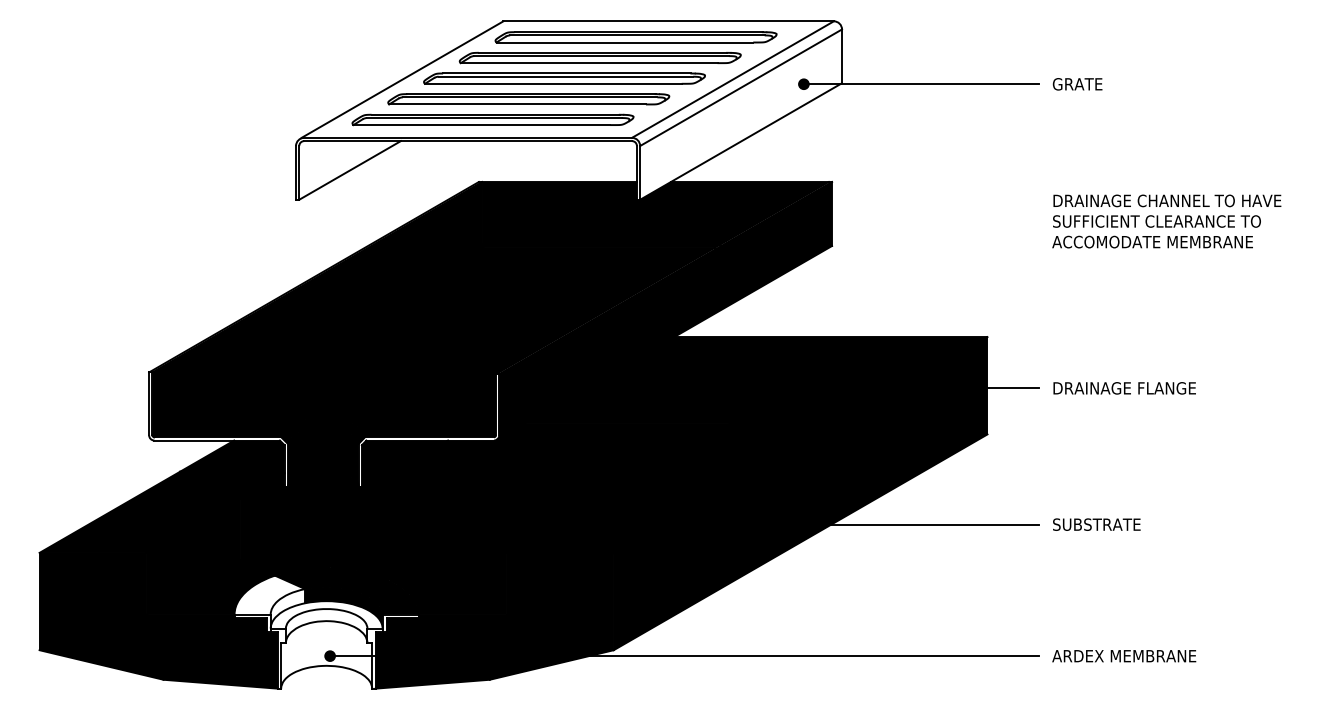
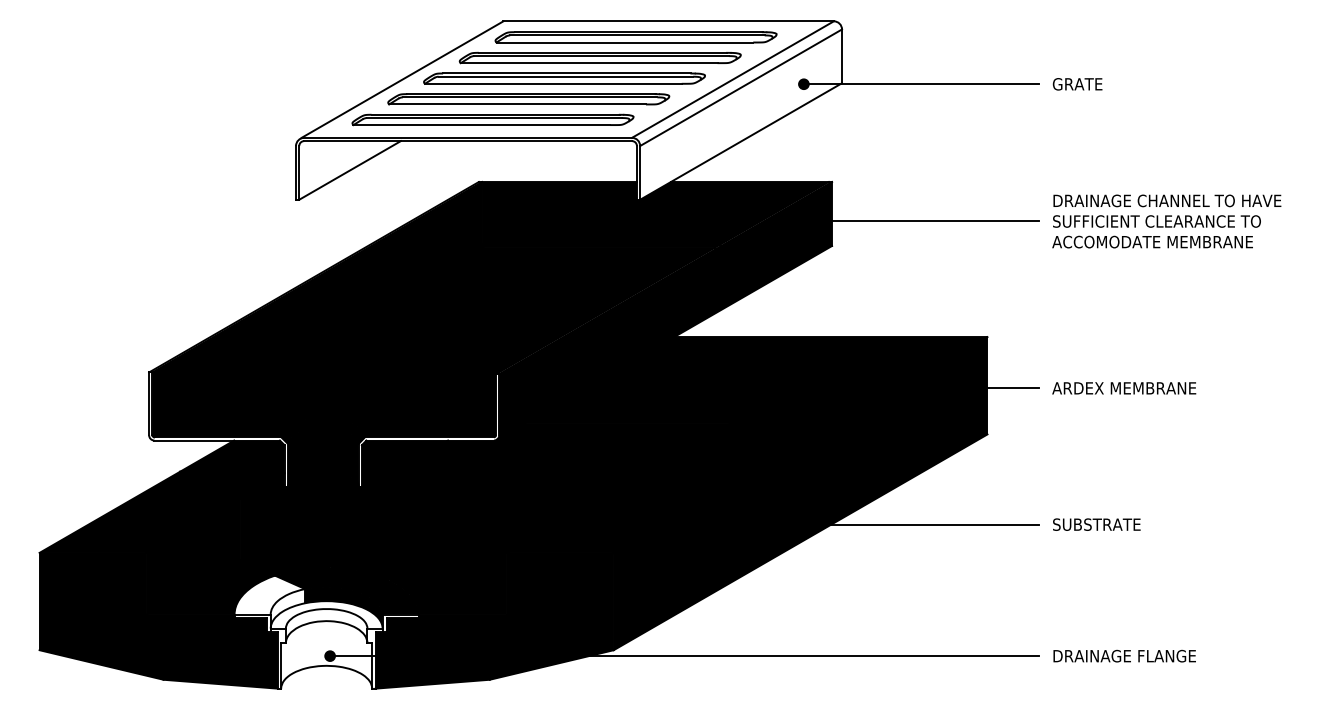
line at (921, 221): none -> present
text at (1124, 388): DRAINAGE FLANGE -> ARDEX MEMBRANE
text at (1124, 655): ARDEX MEMBRANE -> DRAINAGE FLANGE
